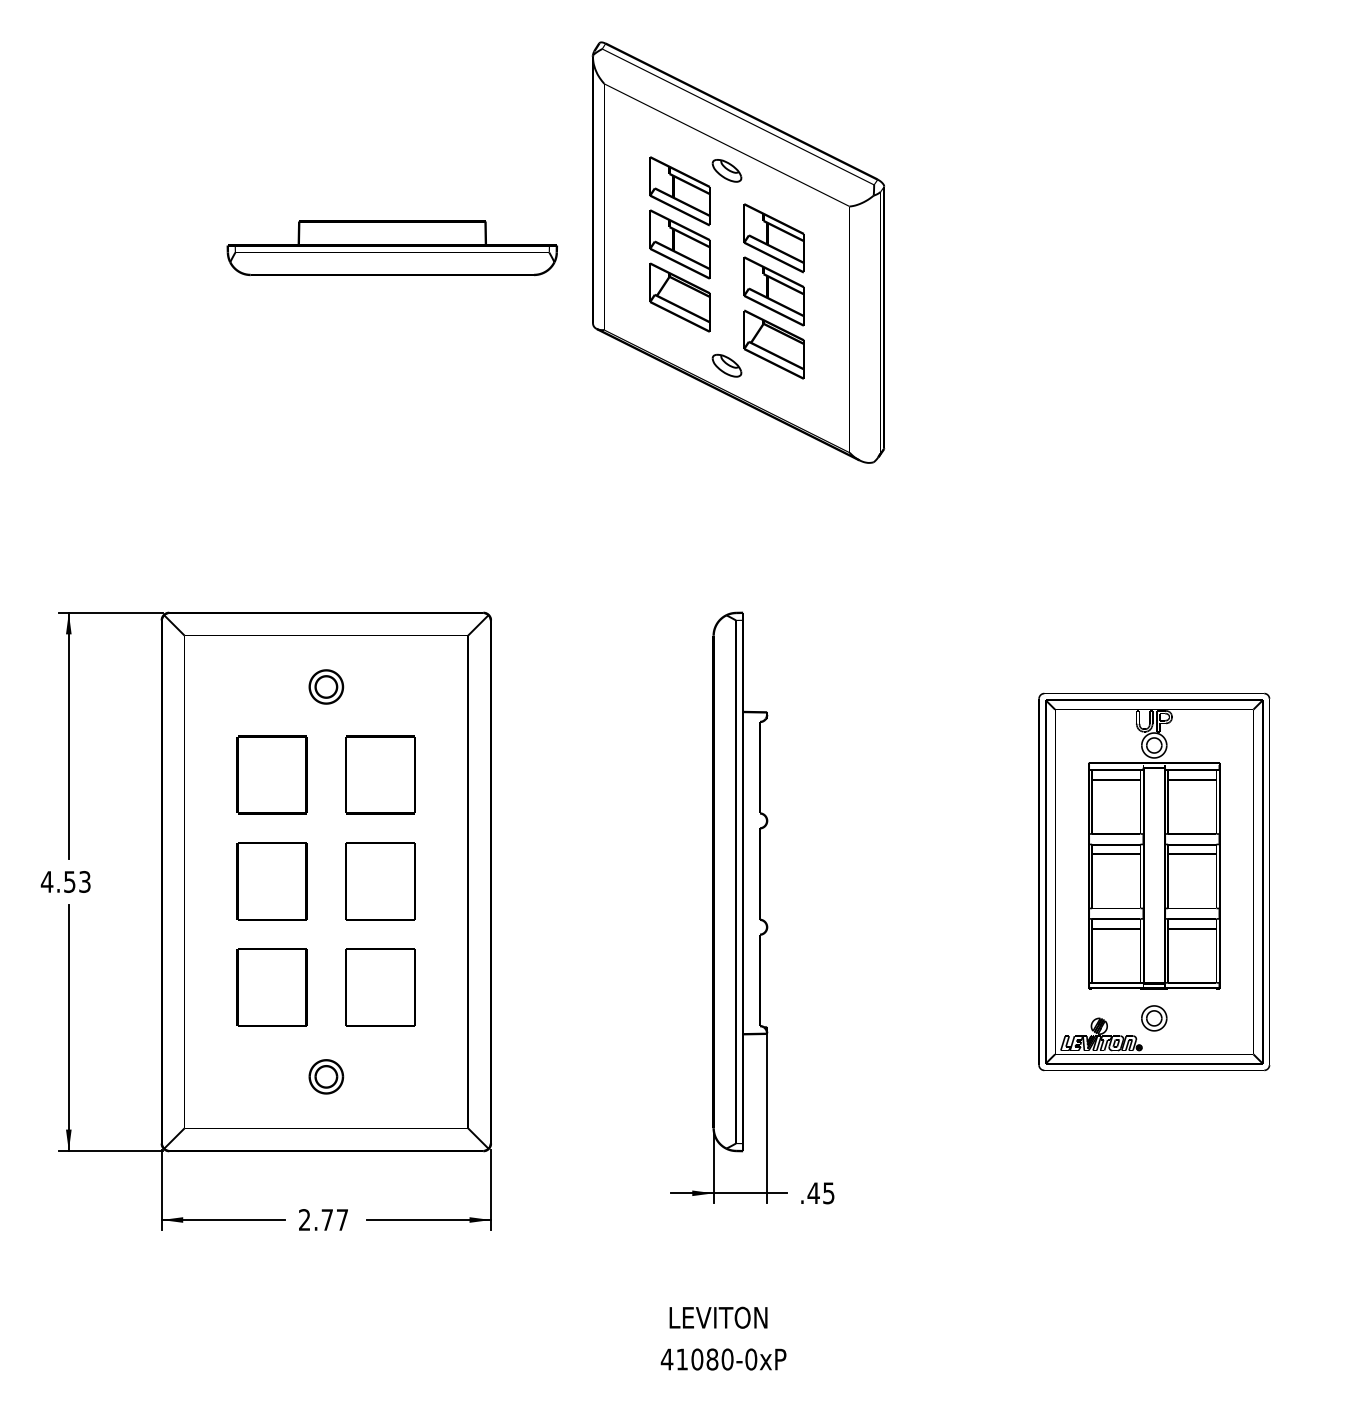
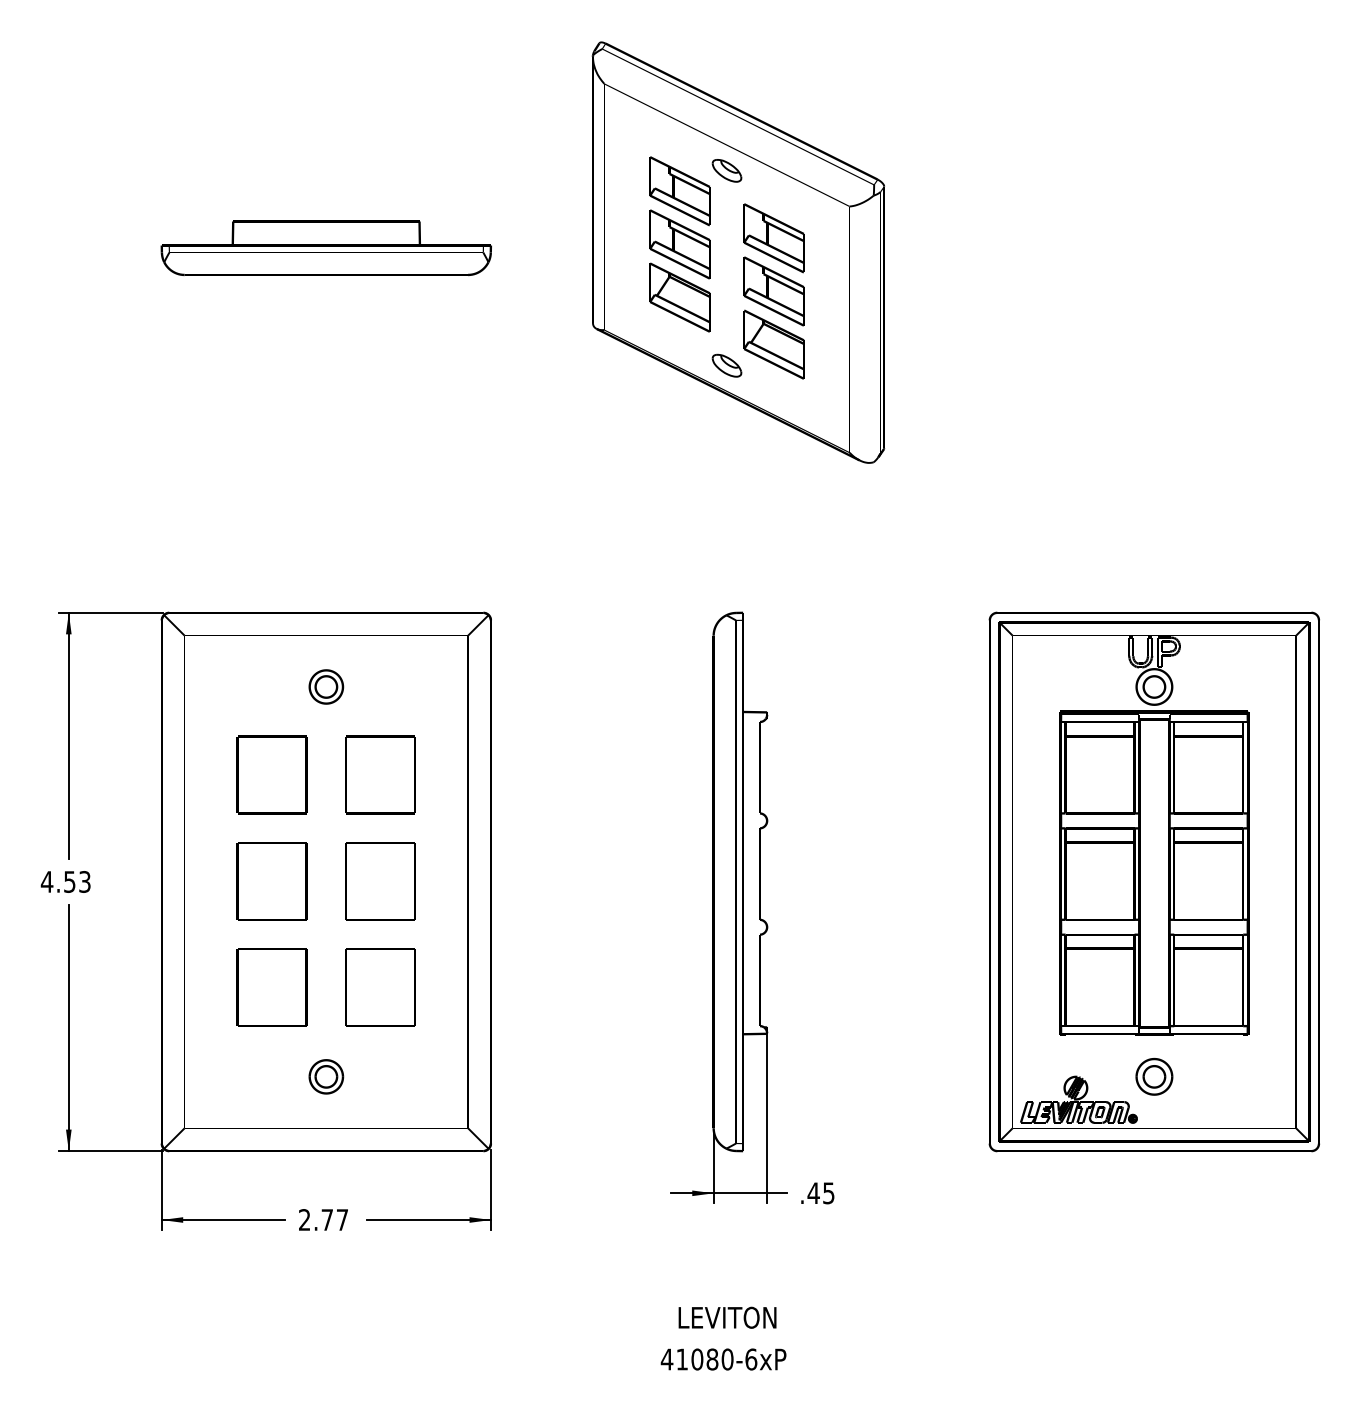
part at (391, 248) position: (391, 248) -> (325, 248)
part at (1154, 881) size: 233x380 px -> 332x542 px
text at (718, 1317) position: (718, 1317) -> (727, 1317)
text at (751, 1359): 41080-0xP -> 41080-6xP
